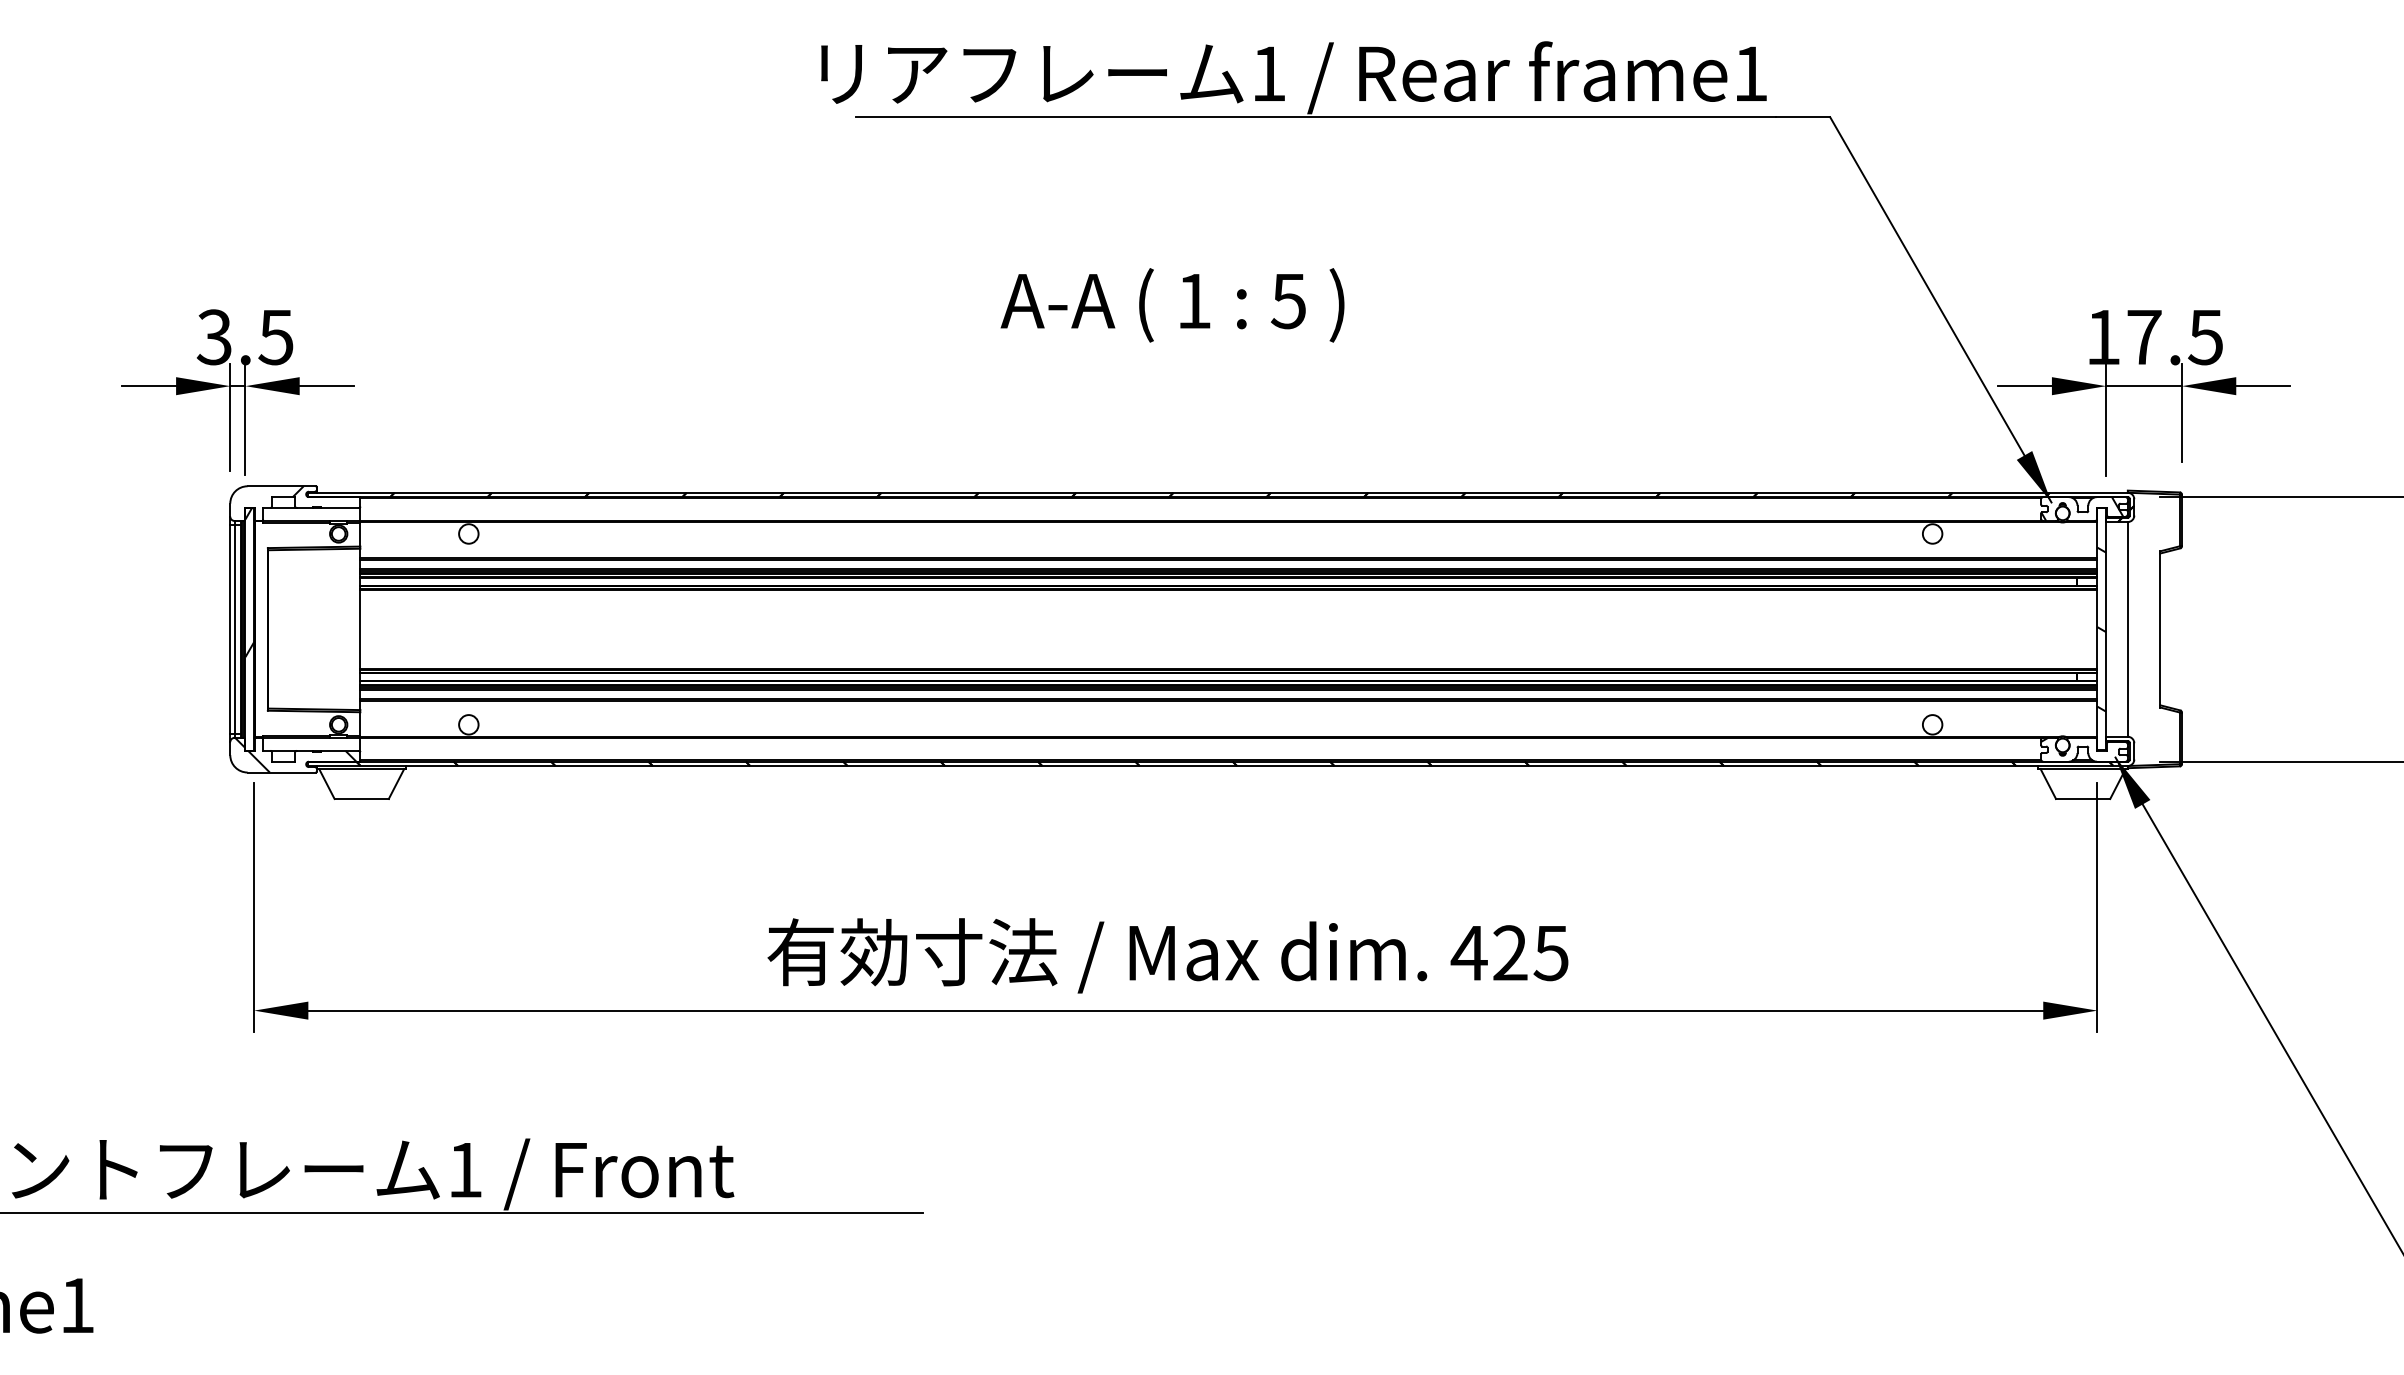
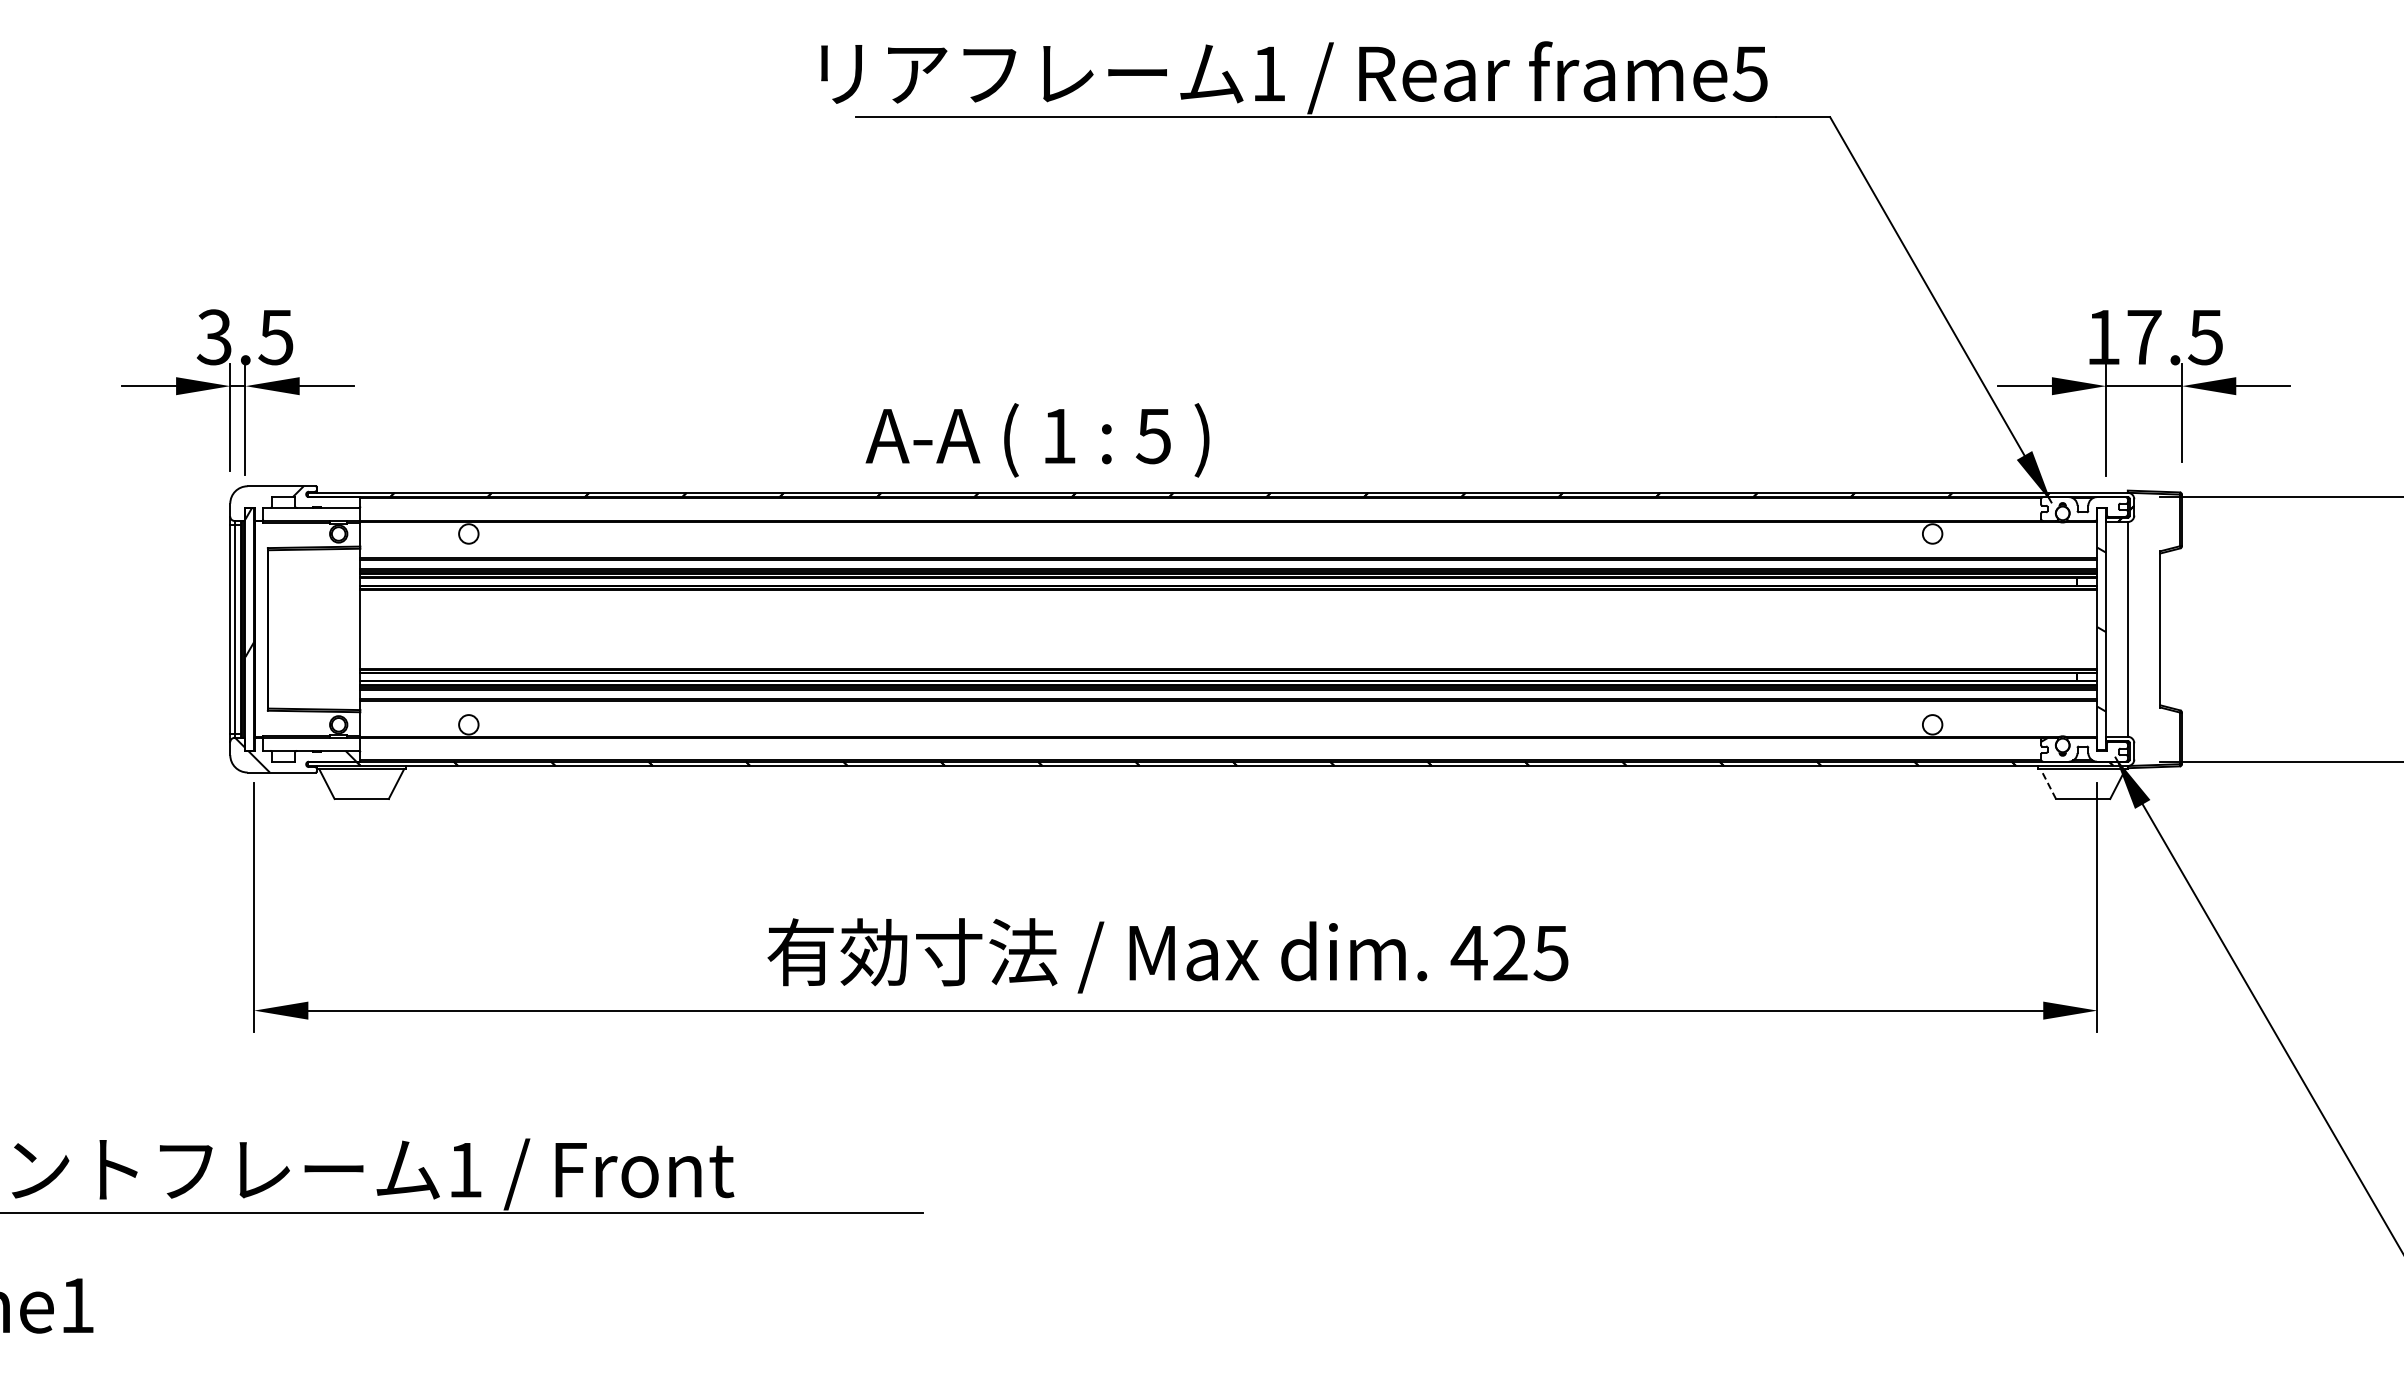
text at (1749, 73): frame1 -> frame5
text at (1172, 305) position: (1172, 305) -> (1037, 440)
hatch at (2082, 508): present -> none
line at (2048, 784): solid -> dashed
